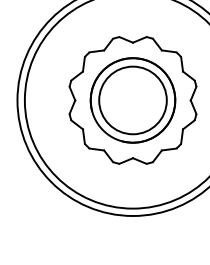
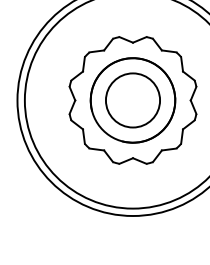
circle at (132, 100) diameter: 68 px -> 54 px
